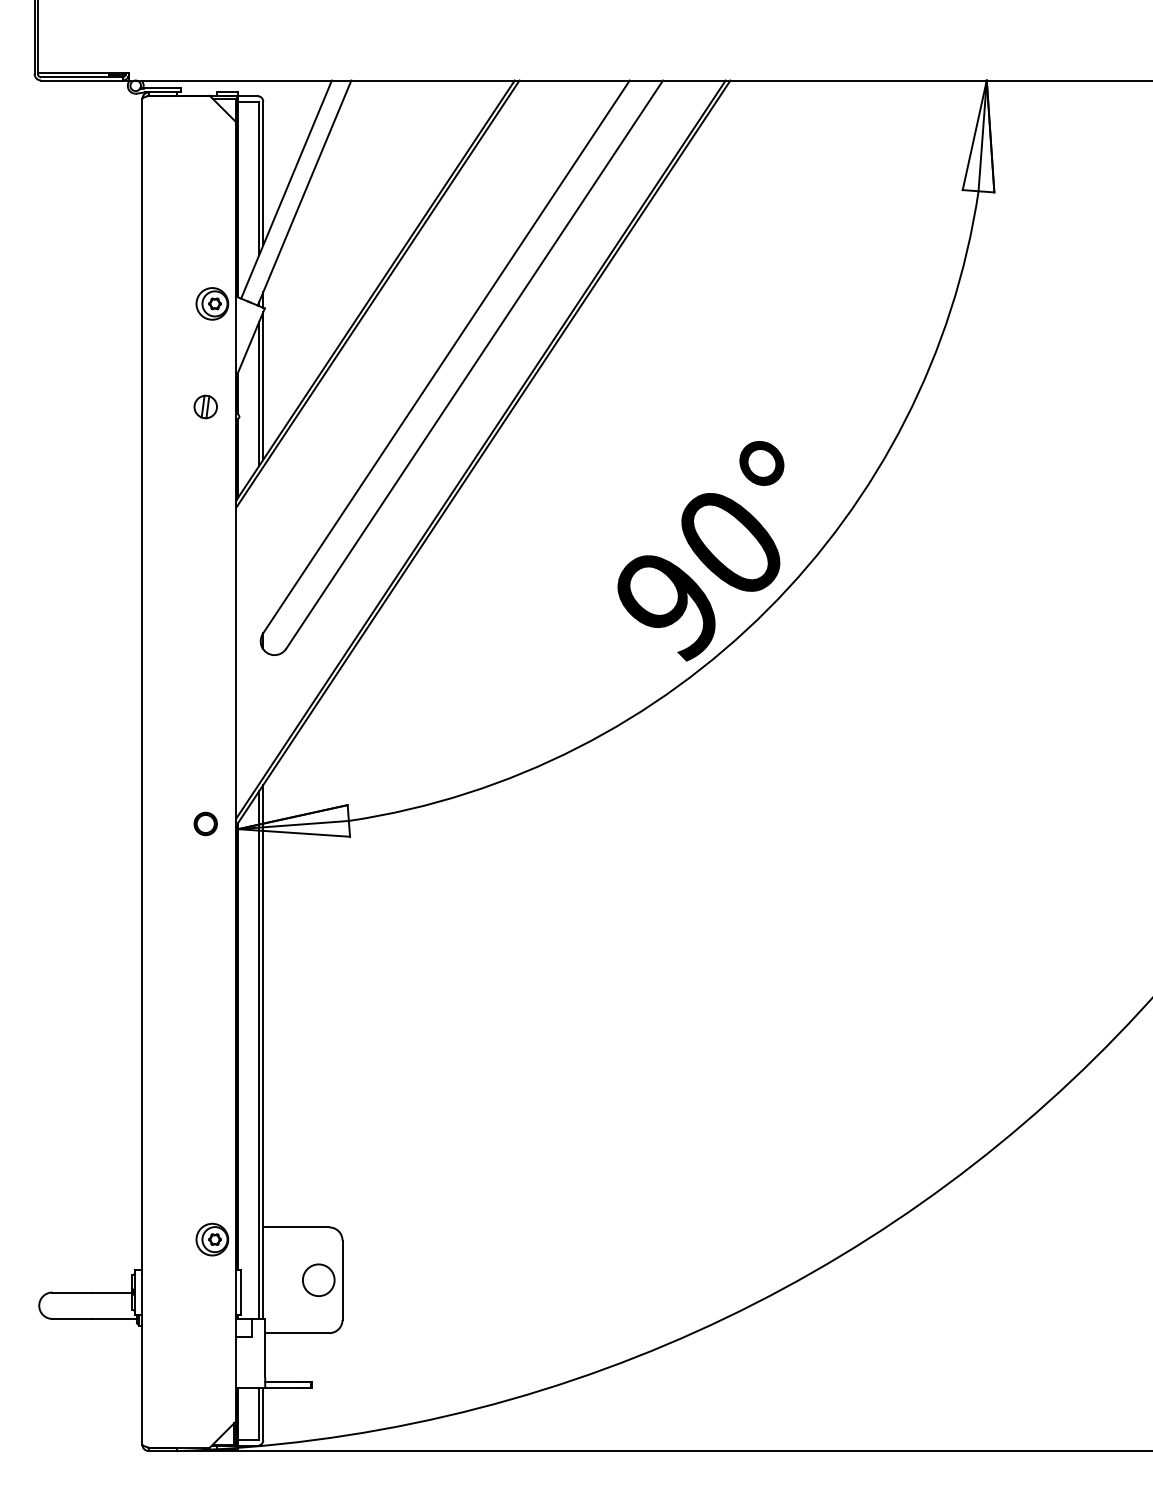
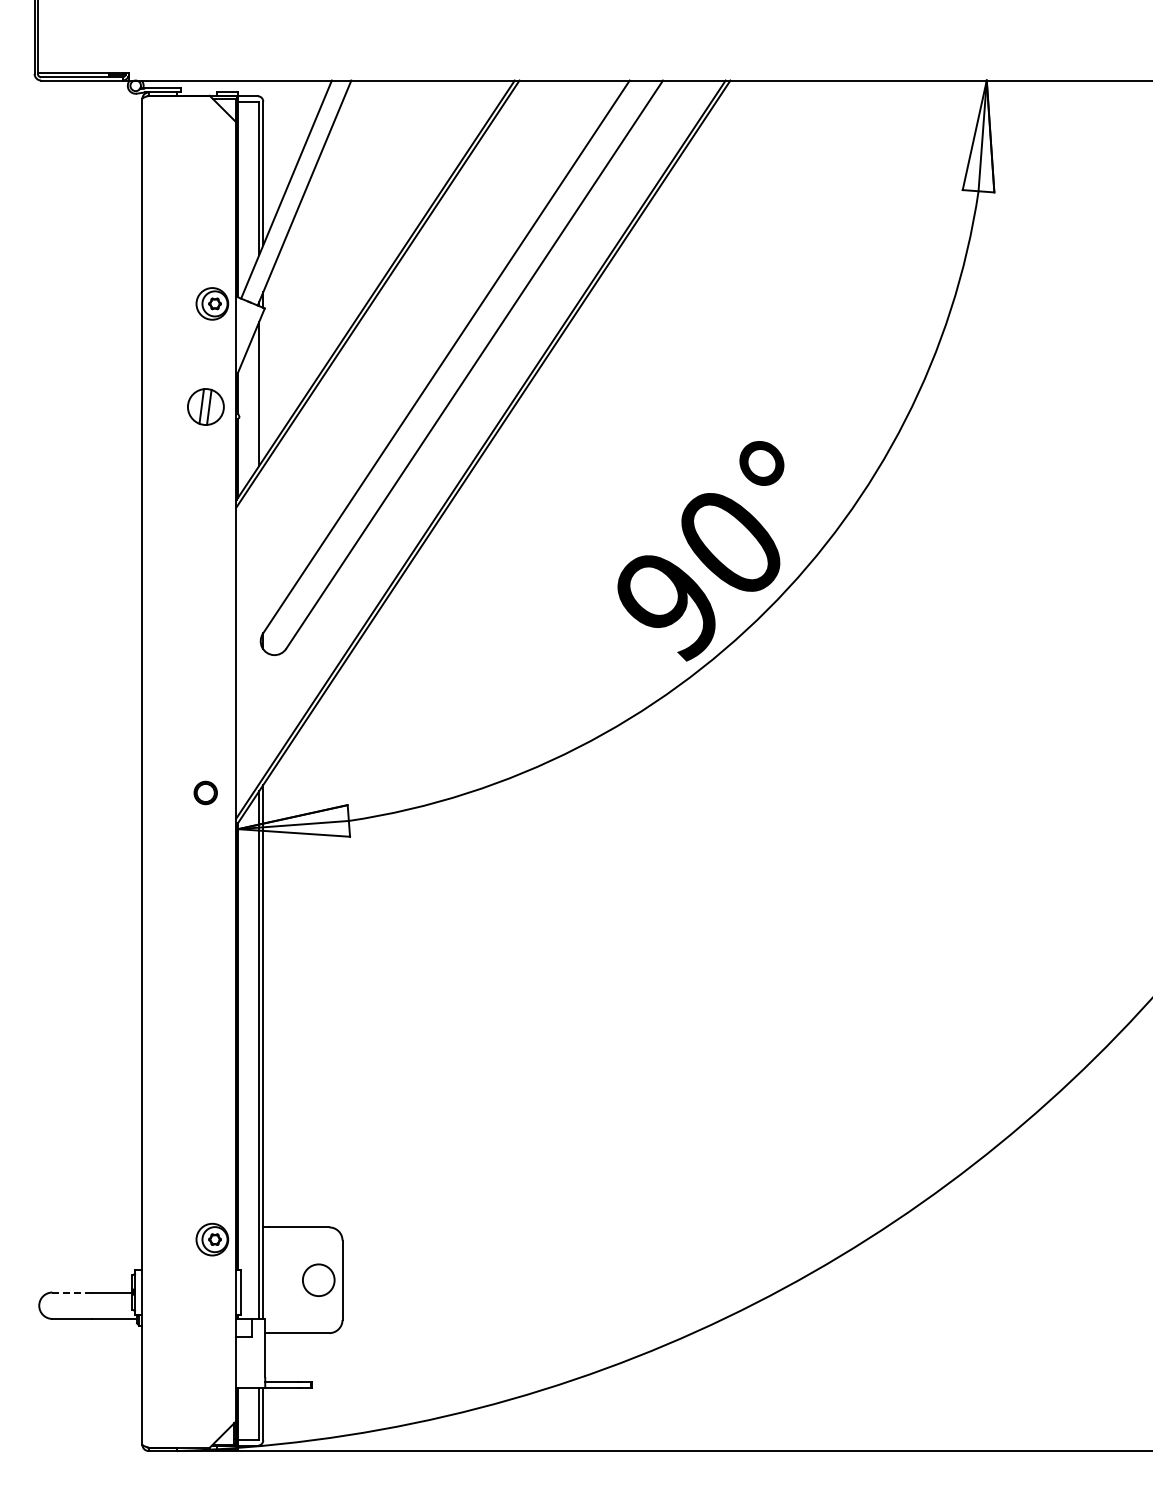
line at (263, 385): present -> none
part at (205, 406) size: 25x26 px -> 38x38 px
part at (205, 823) position: (205, 823) -> (205, 792)
line at (72, 1292): solid -> dashed
